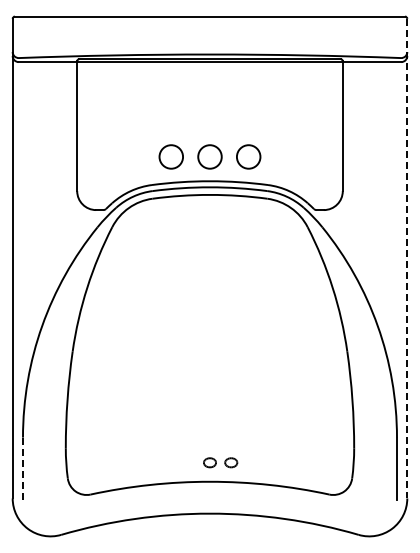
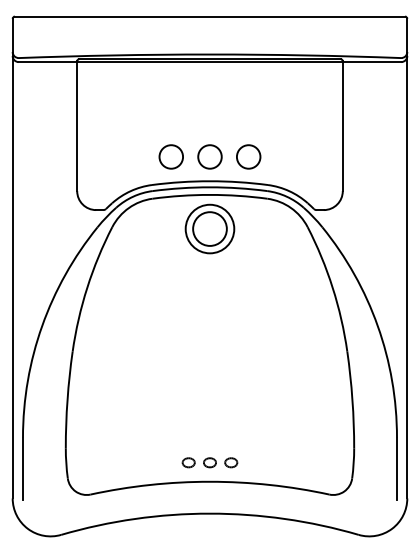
part at (209, 228): none -> present
line at (407, 258): dashed -> solid
part at (188, 462): none -> present
line at (23, 468): dashed -> solid
